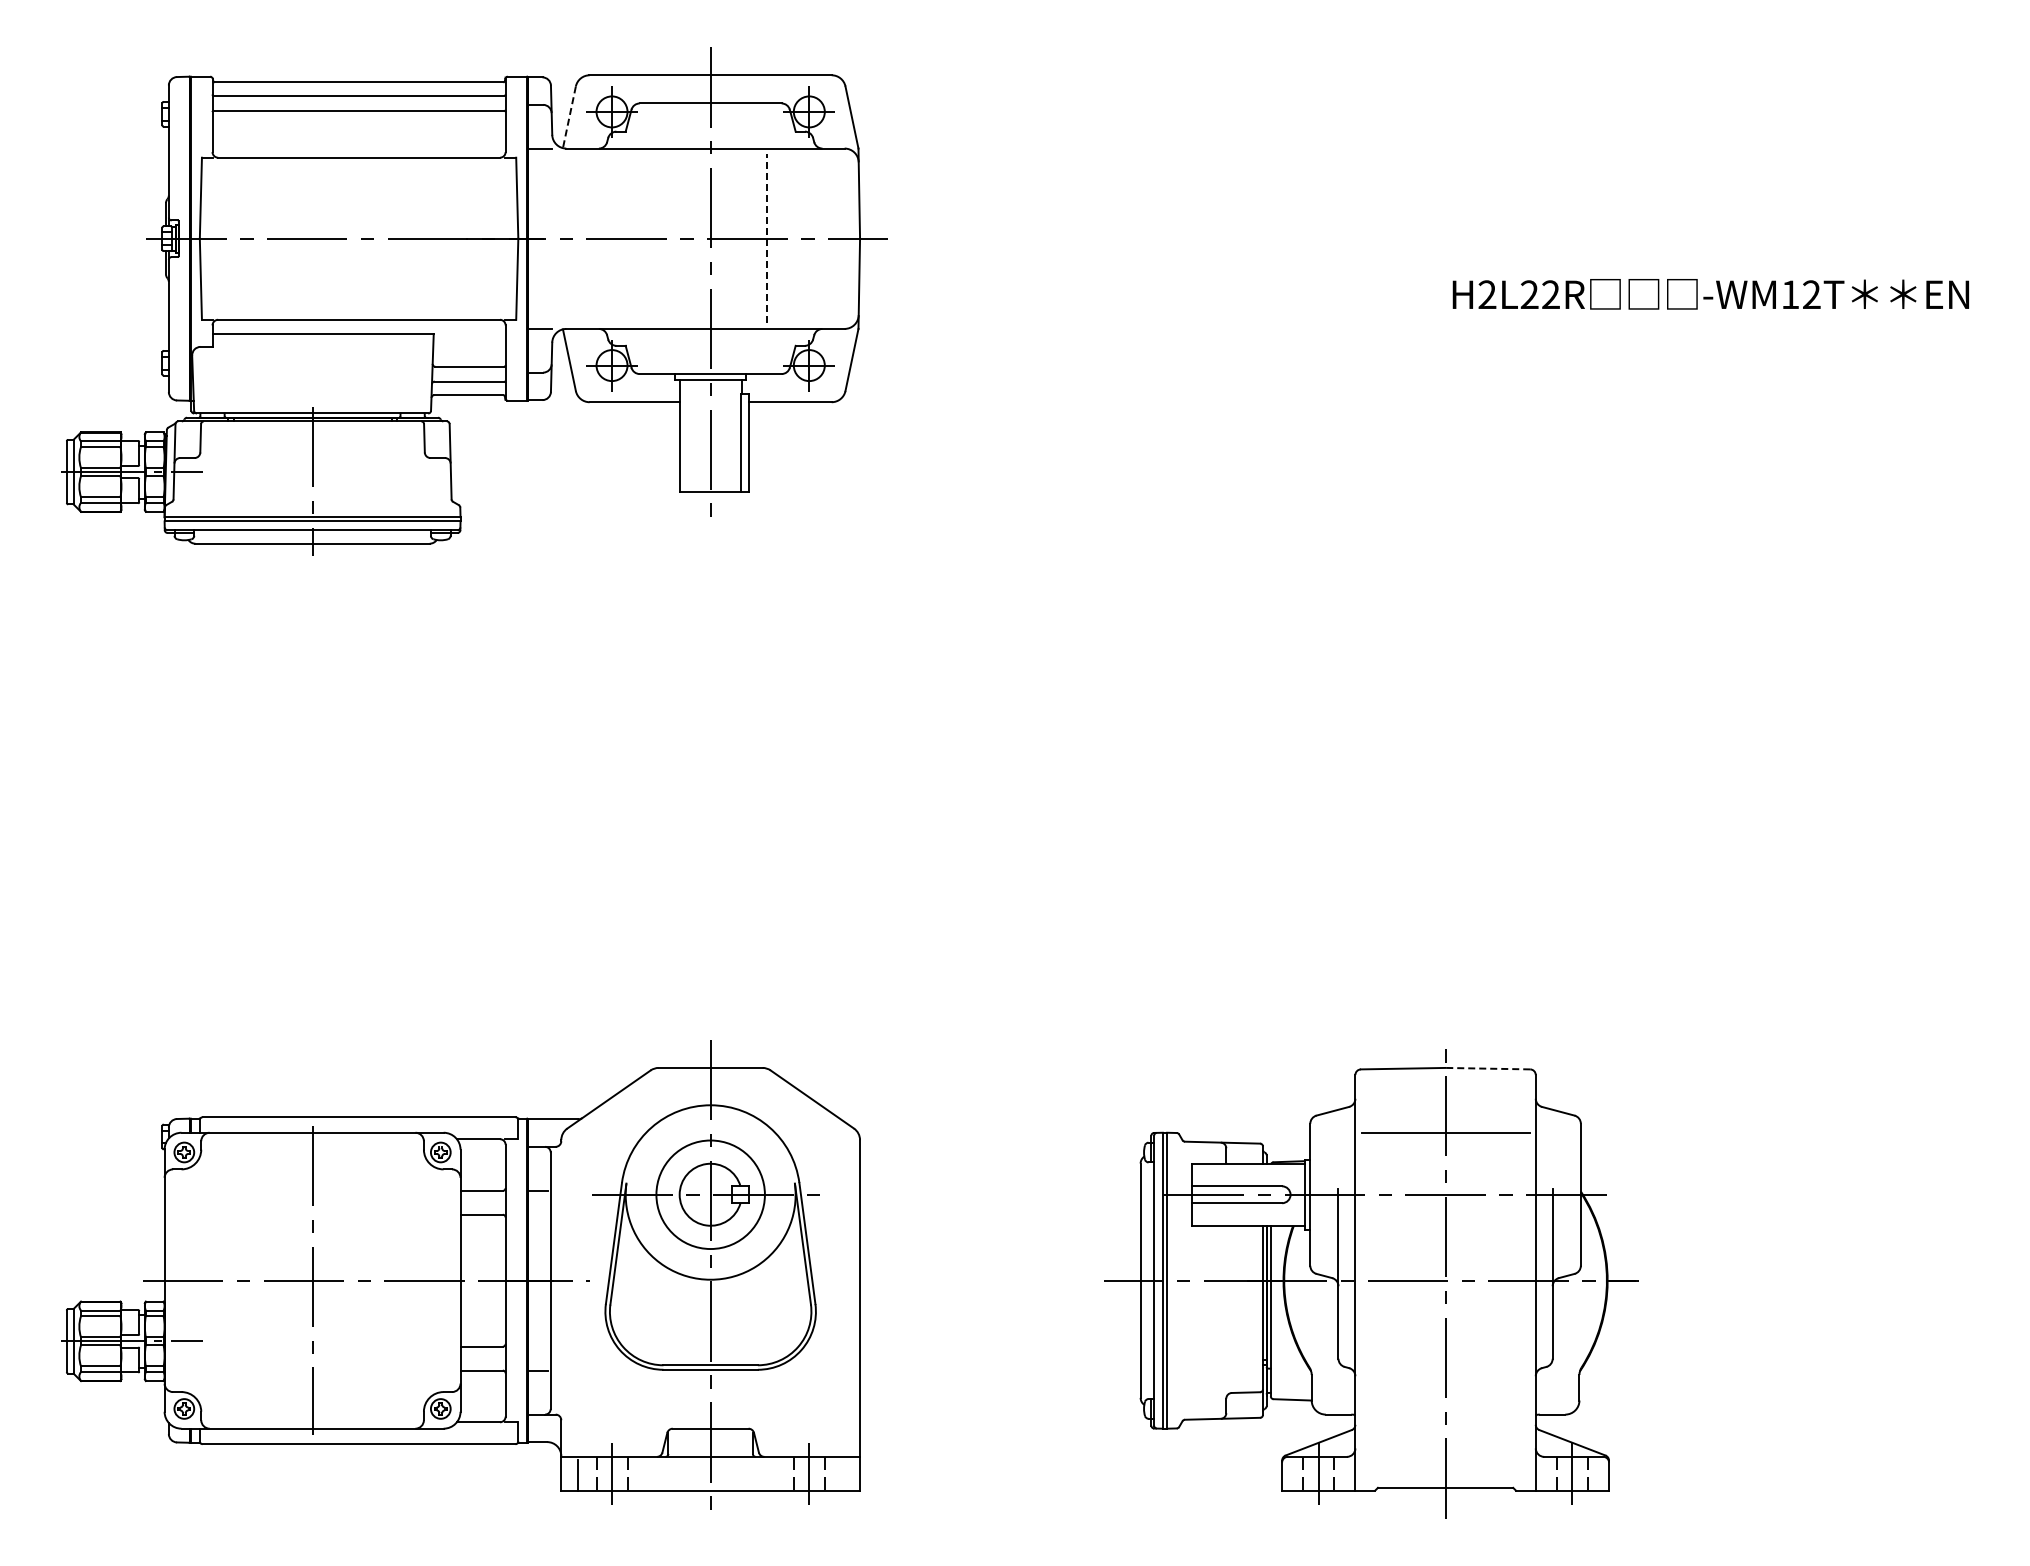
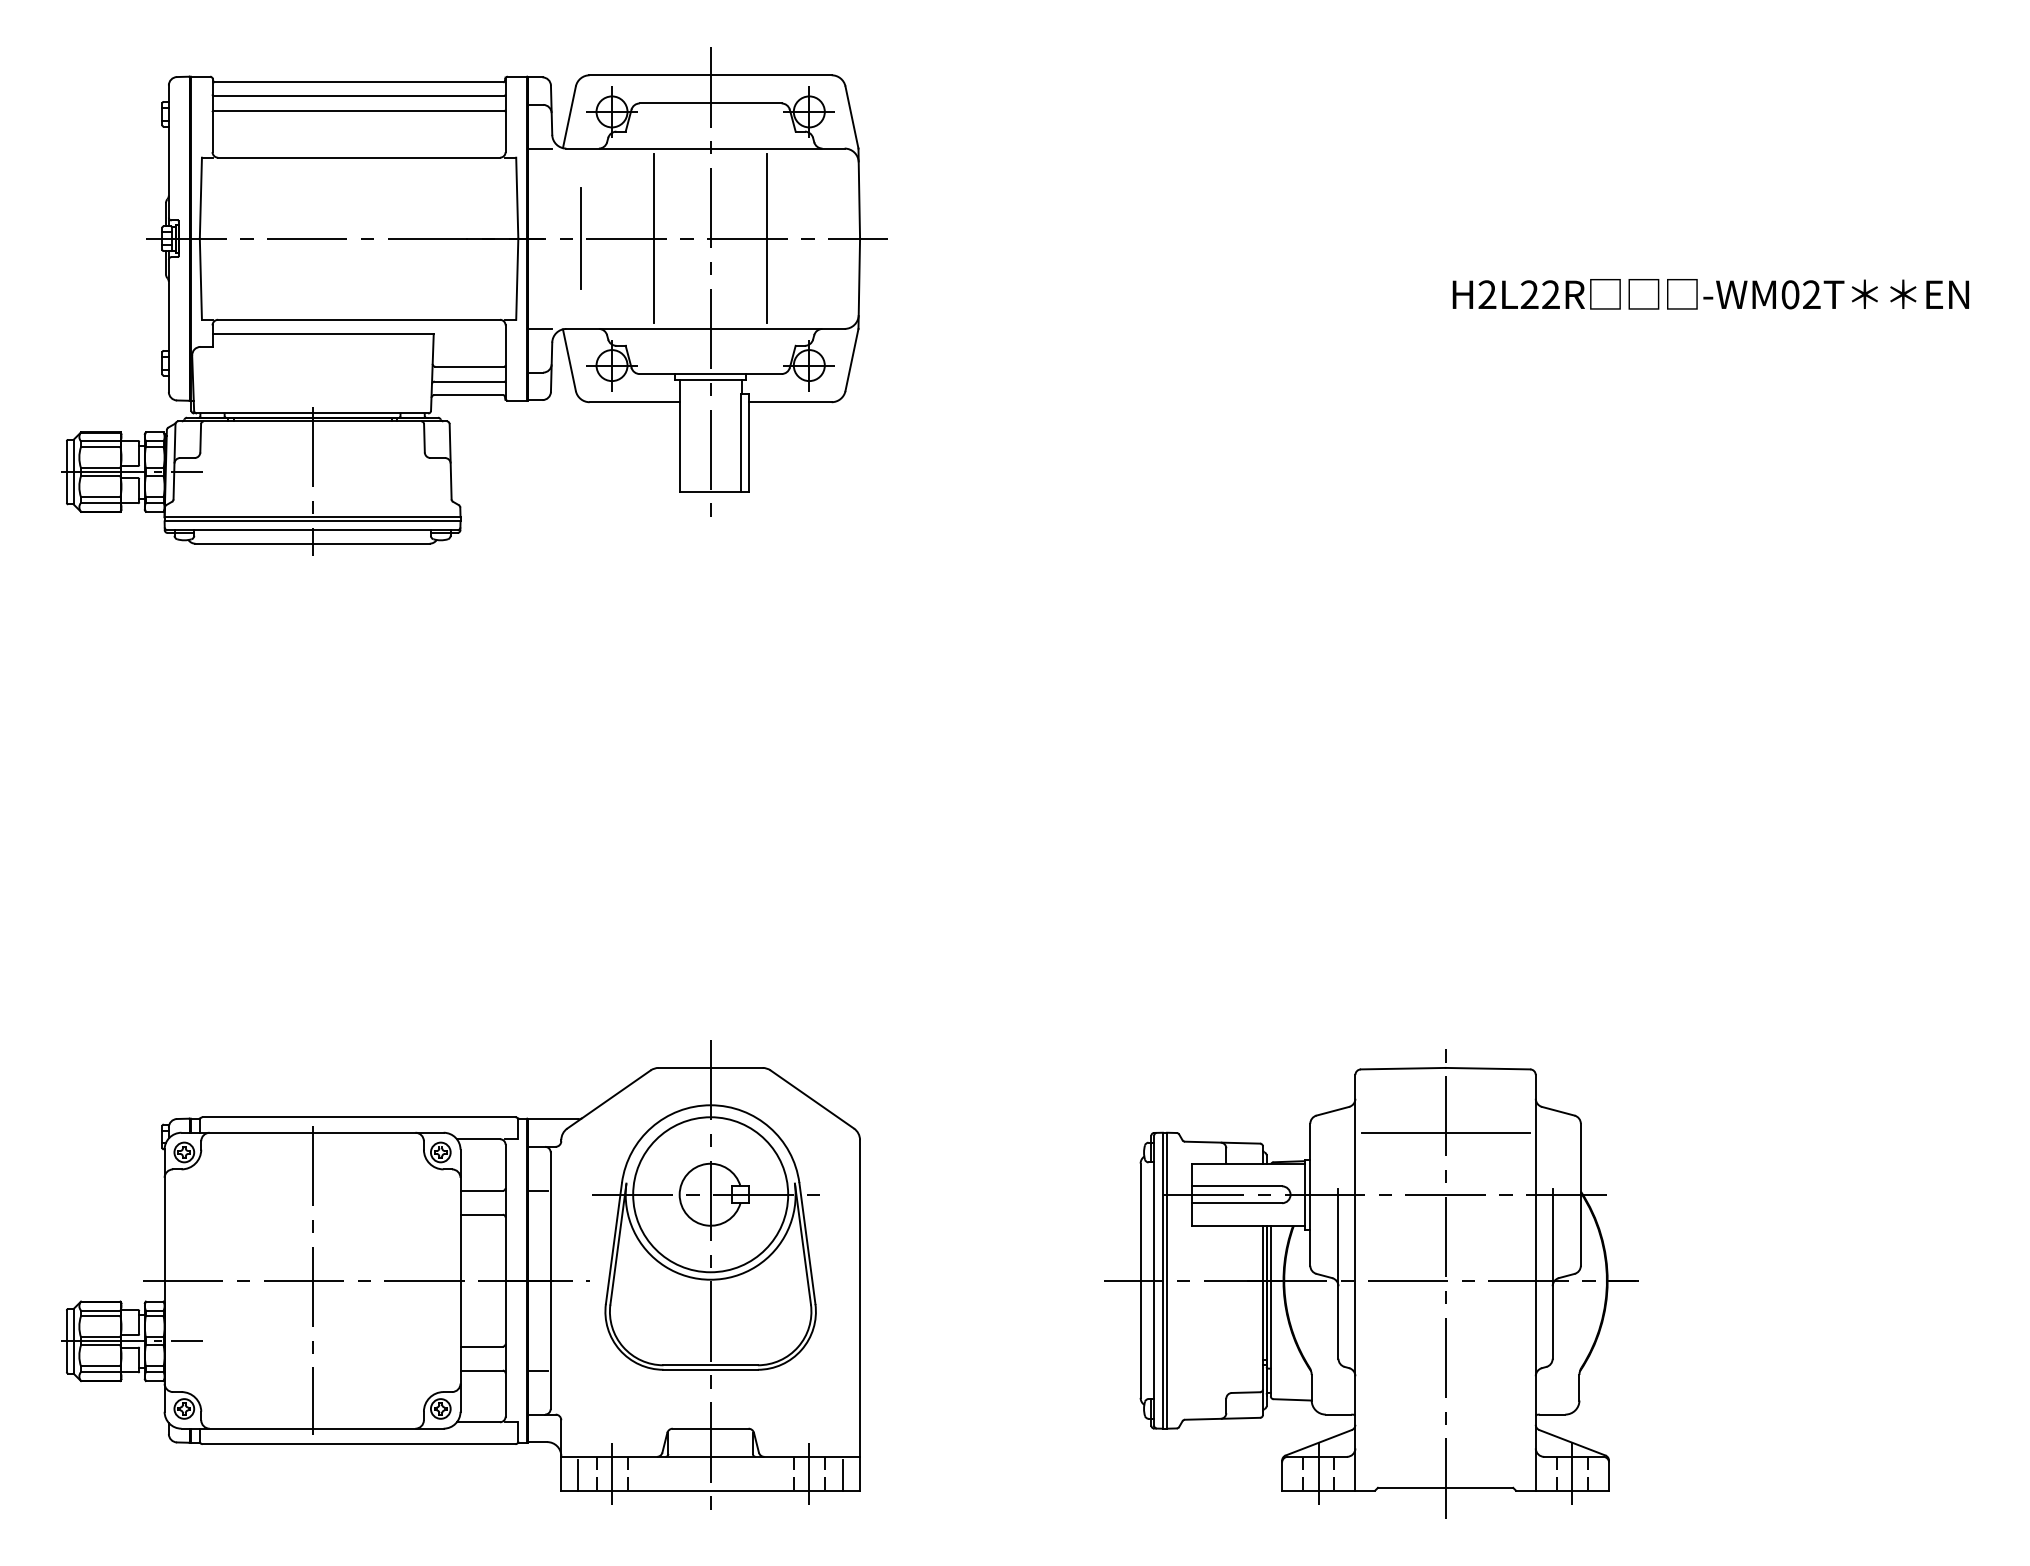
line at (569, 117): dashed -> solid
line at (580, 238): none -> present
line at (654, 238): none -> present
line at (767, 238): dashed -> solid
text at (1790, 294): -WM12T -> -WM02T
line at (1487, 1068): dashed -> solid
circle at (710, 1194) diameter: 109 px -> 155 px
line at (843, 1474): none -> present
